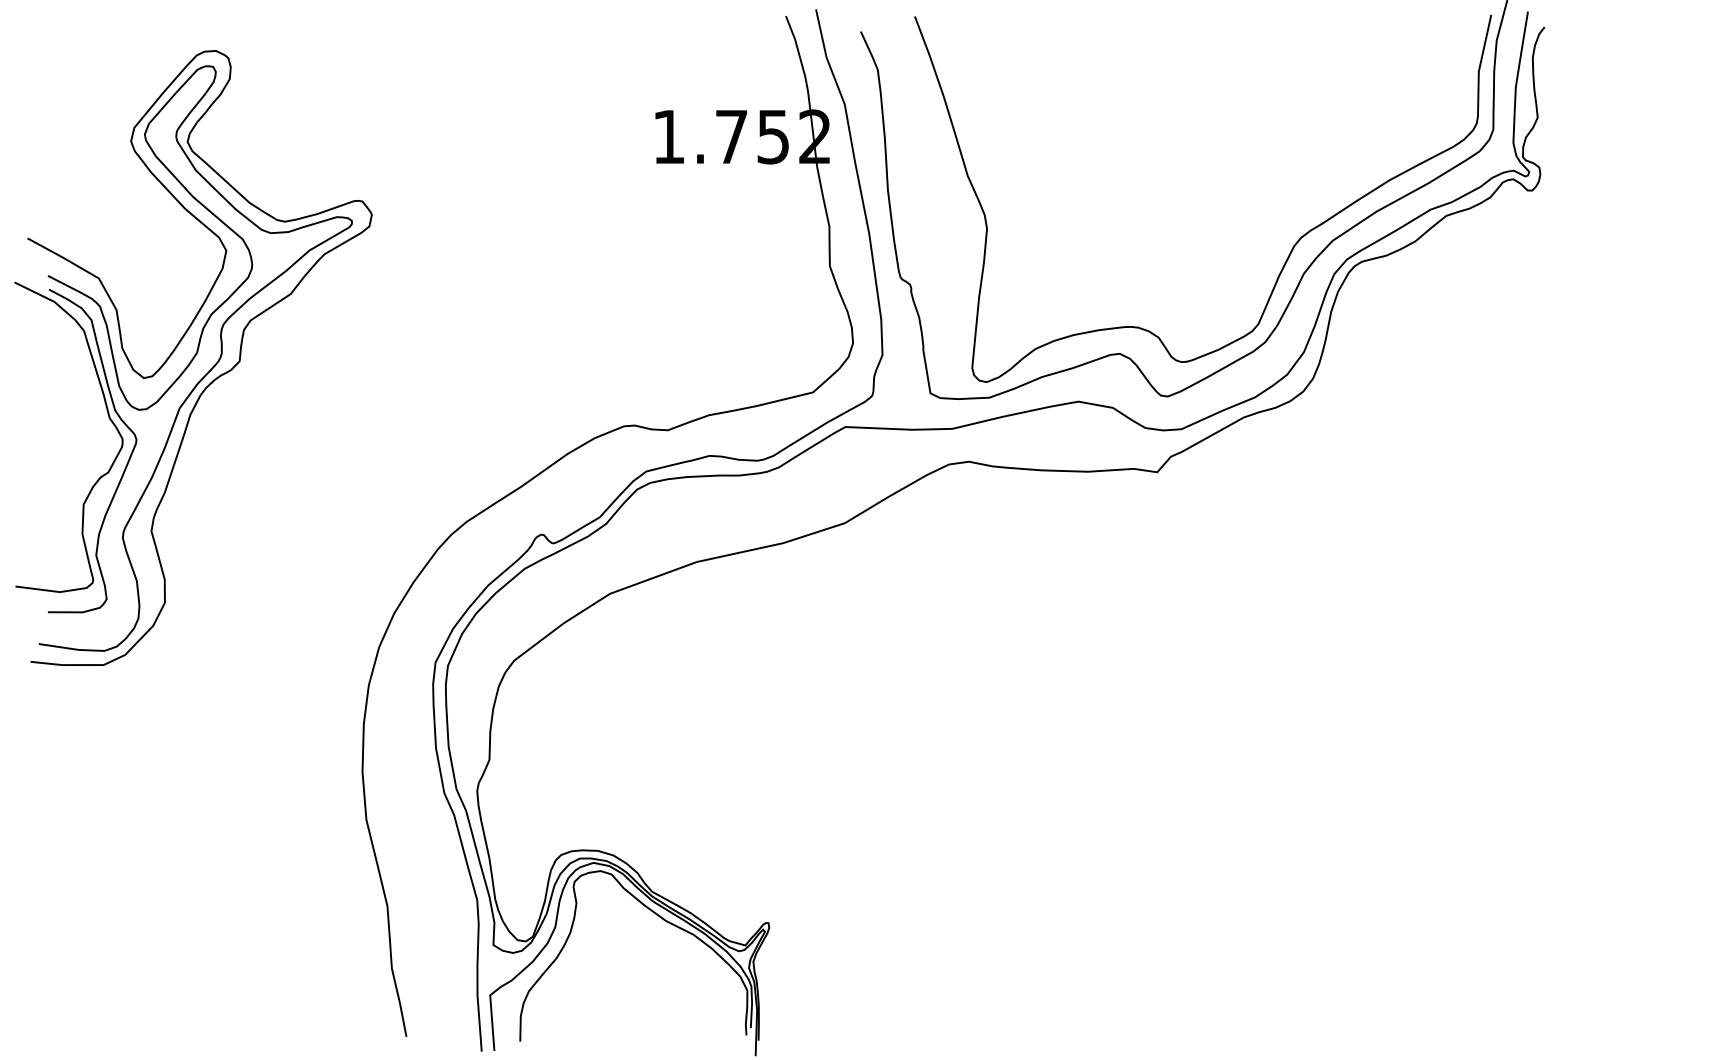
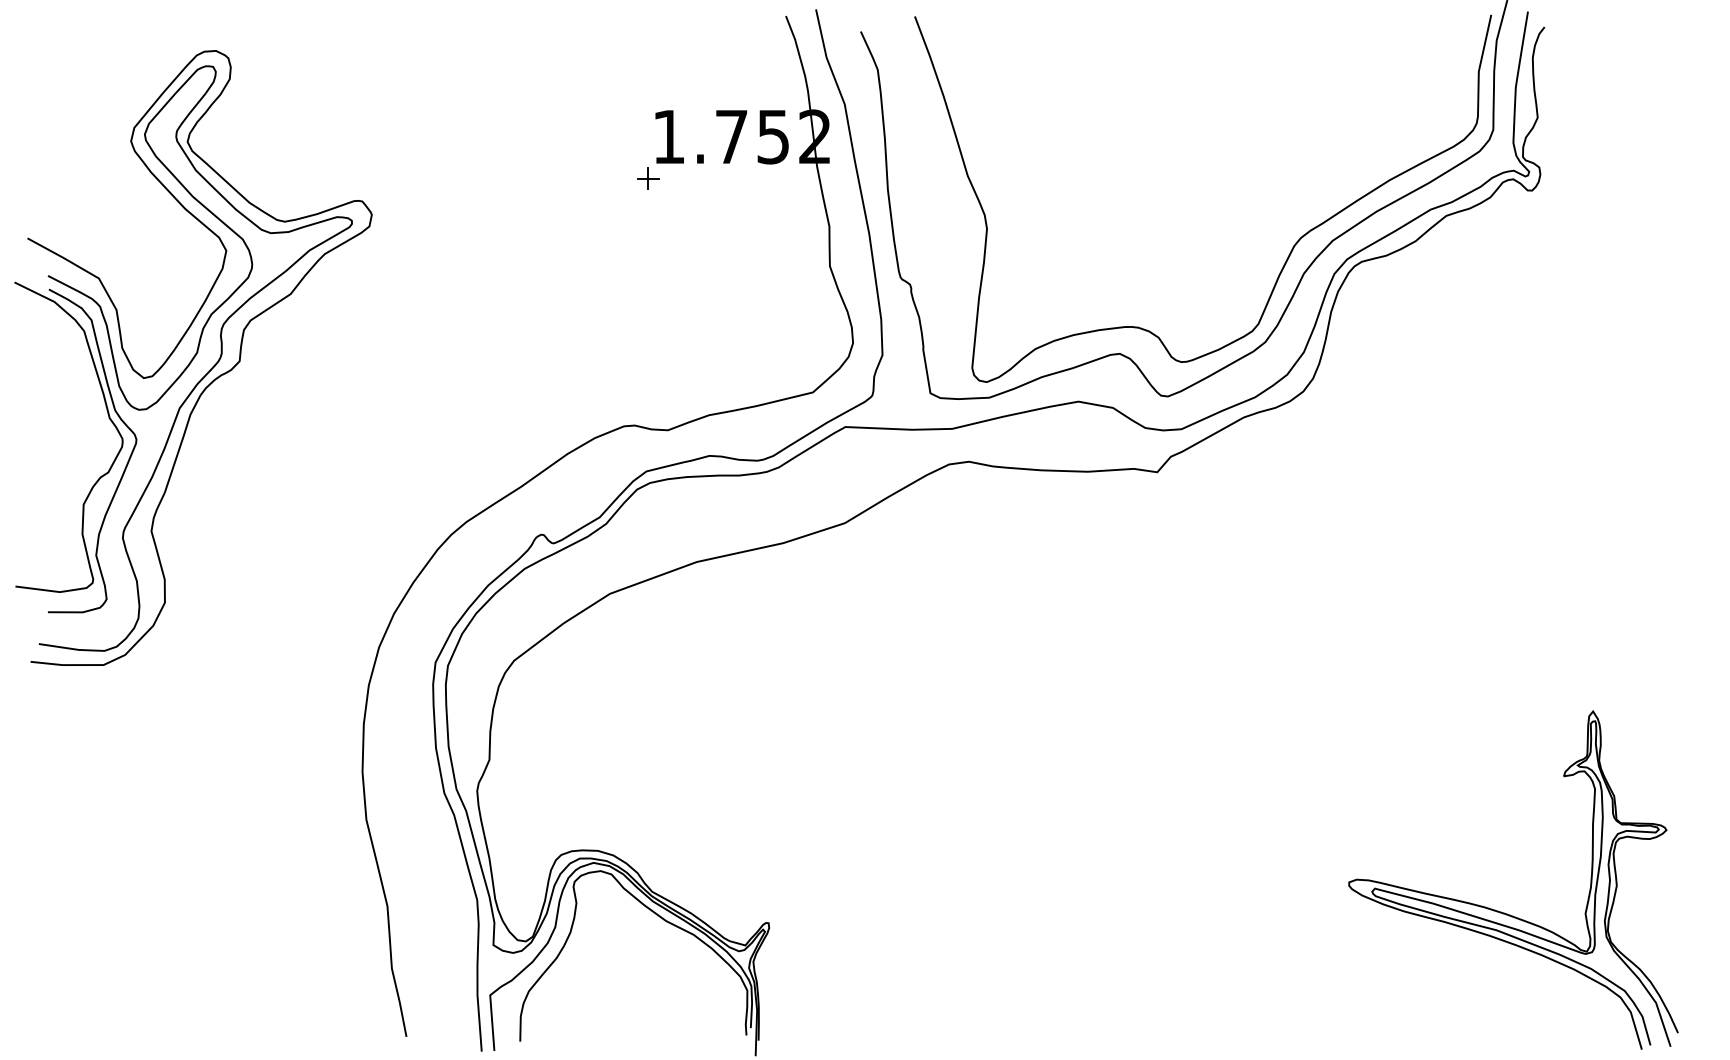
part at (648, 178): none -> present
part at (1501, 911): none -> present
